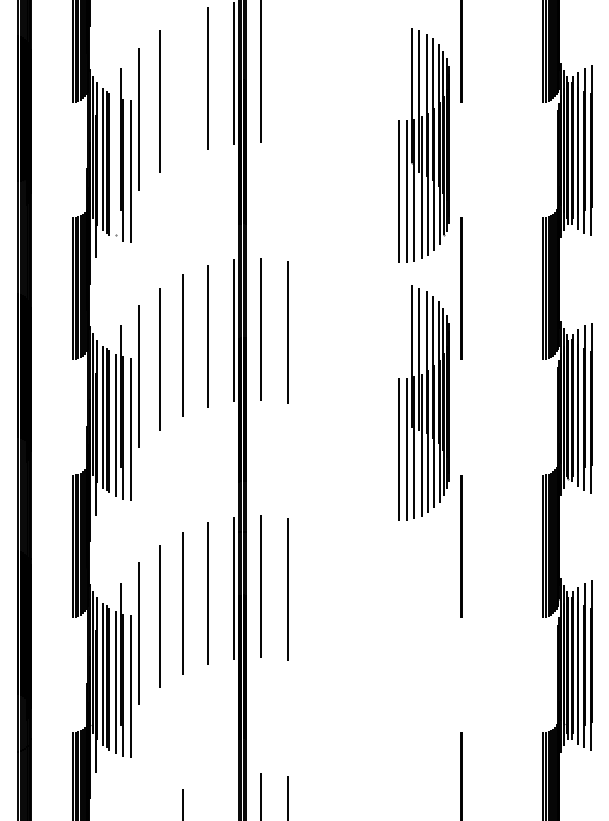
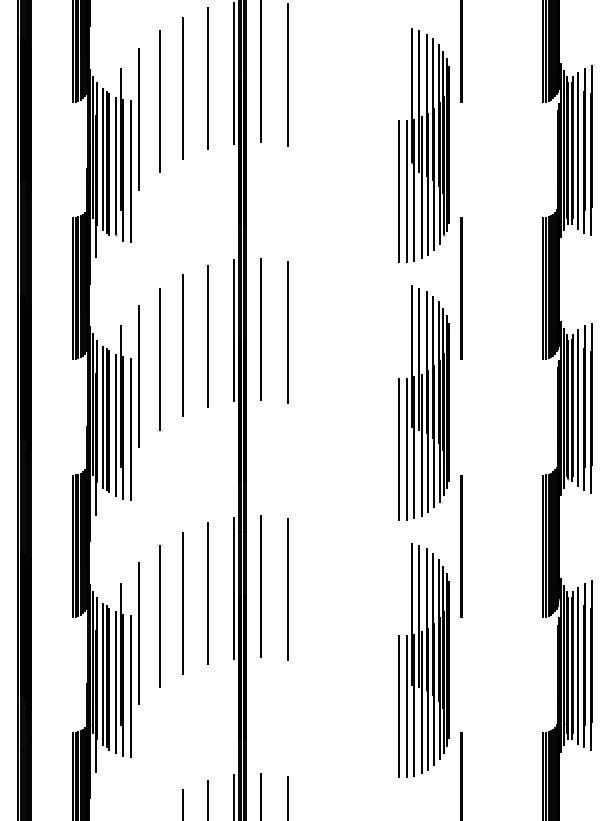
line at (288, 74): none -> present
line at (182, 87): none -> present
line at (115, 165): none -> present
part at (423, 660): none -> present
line at (234, 795): none -> present
line at (208, 798): none -> present
